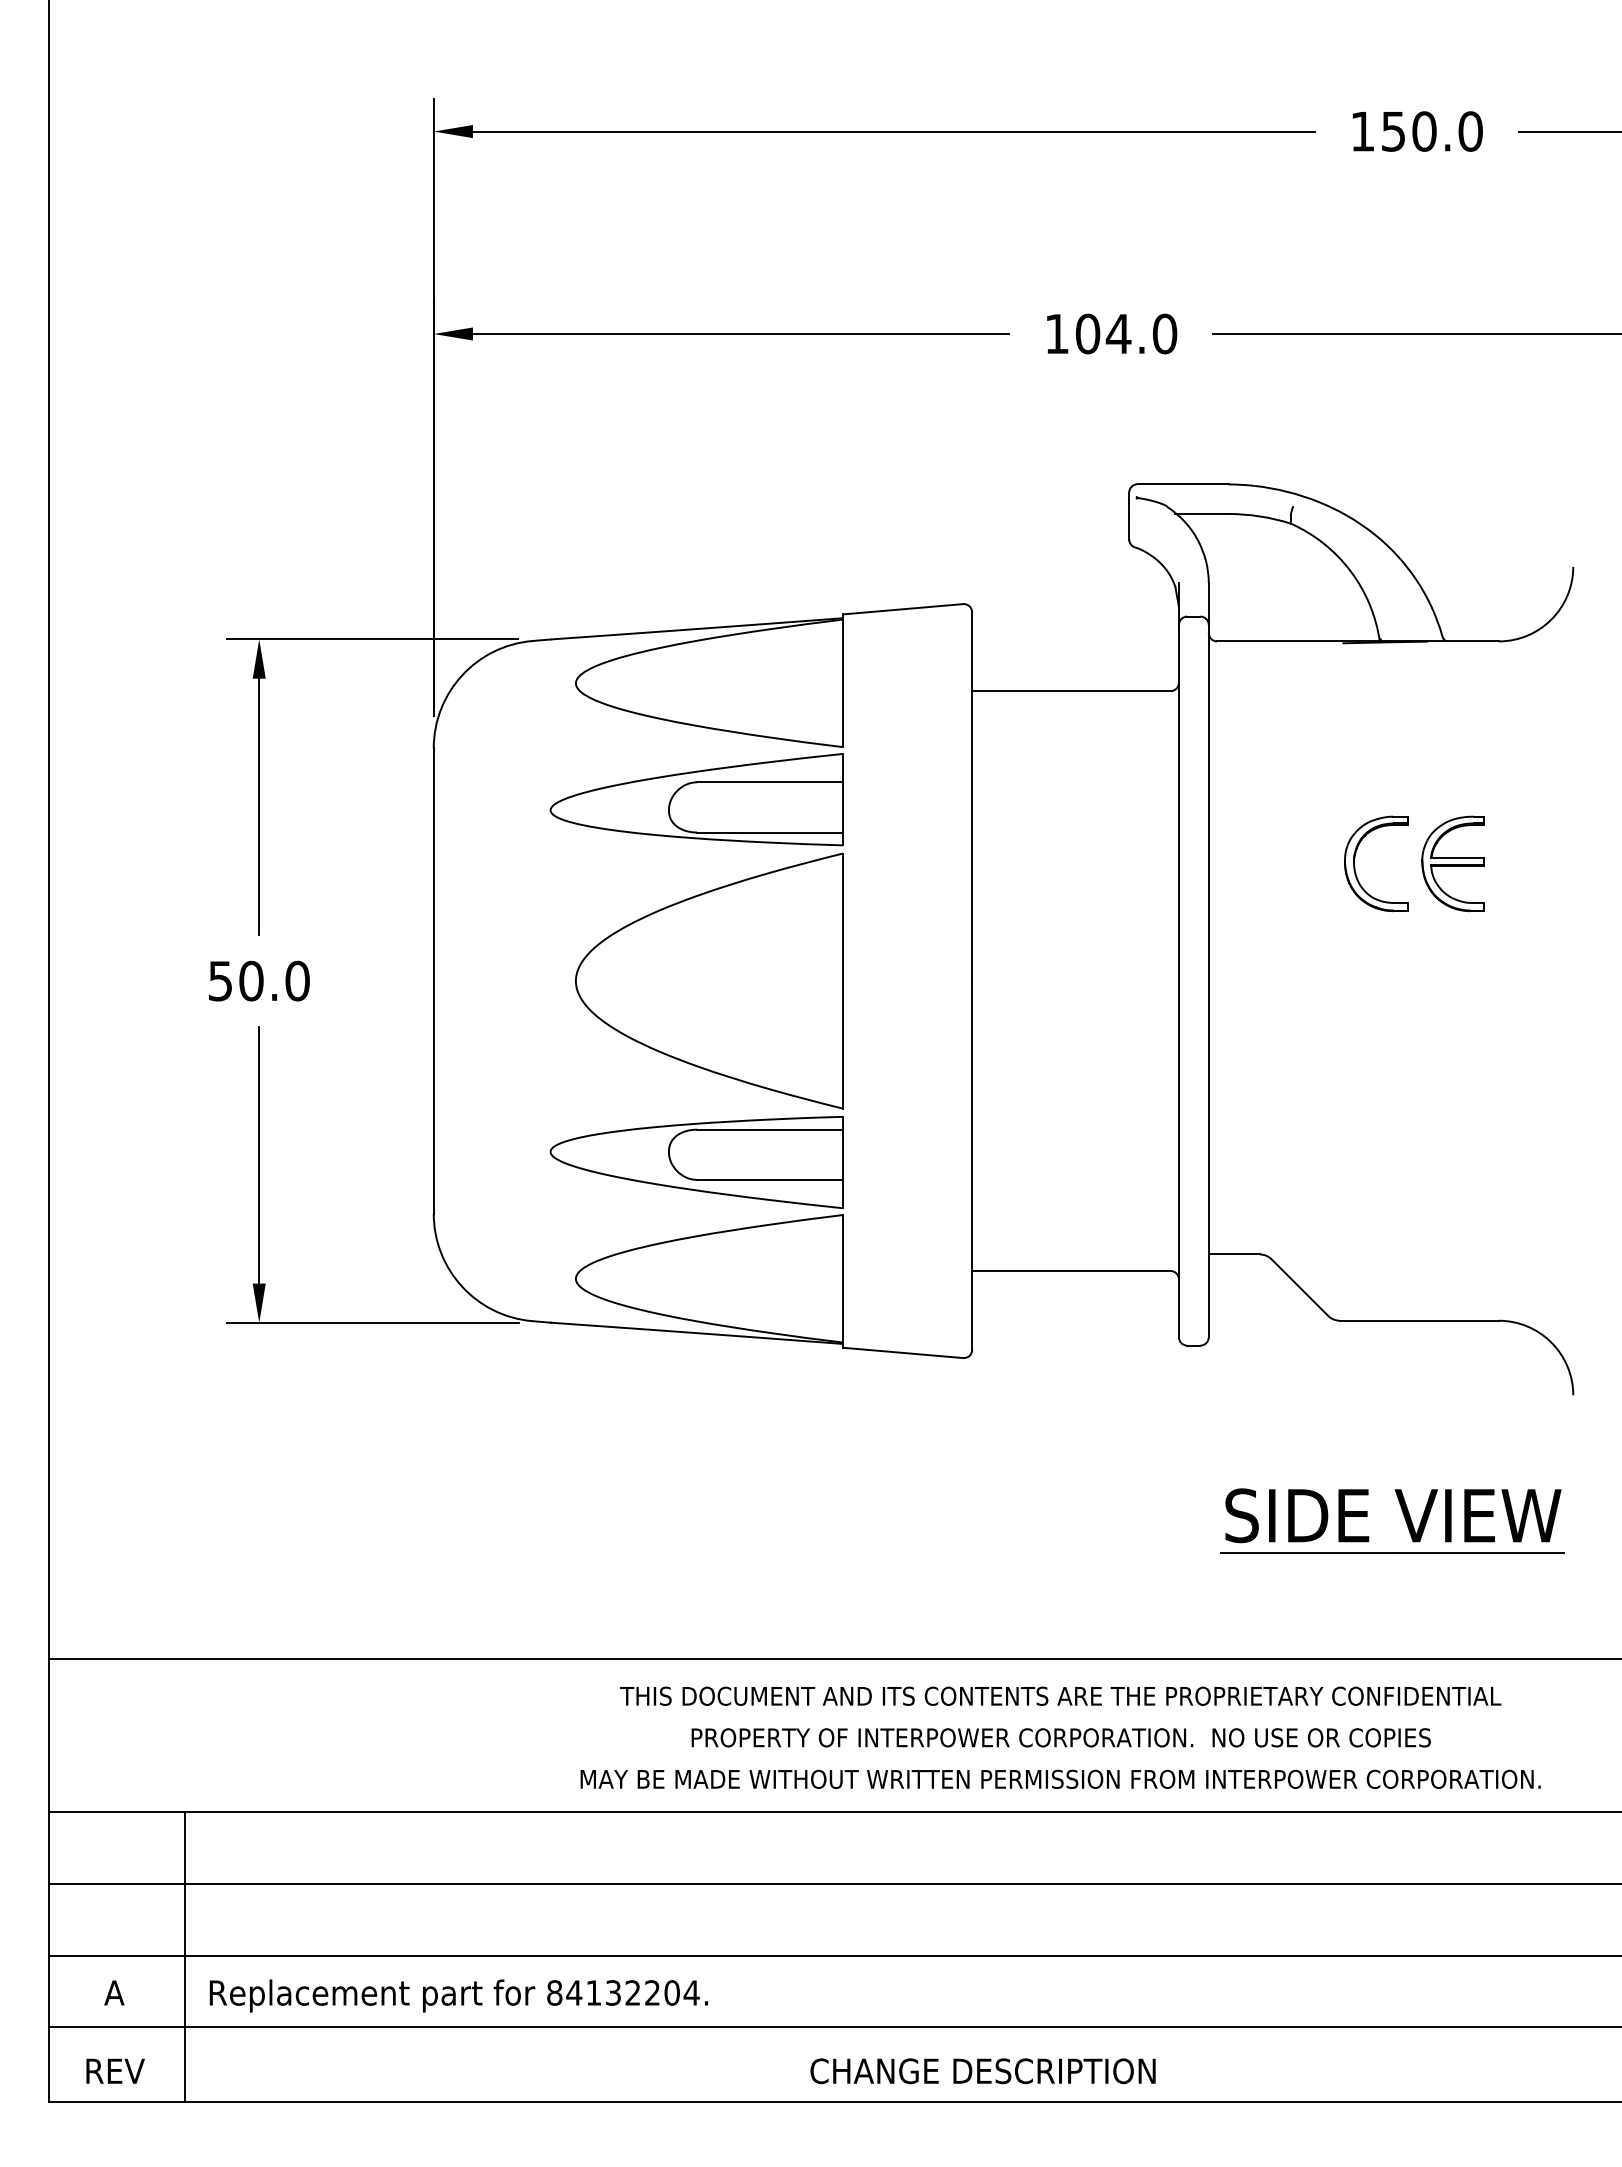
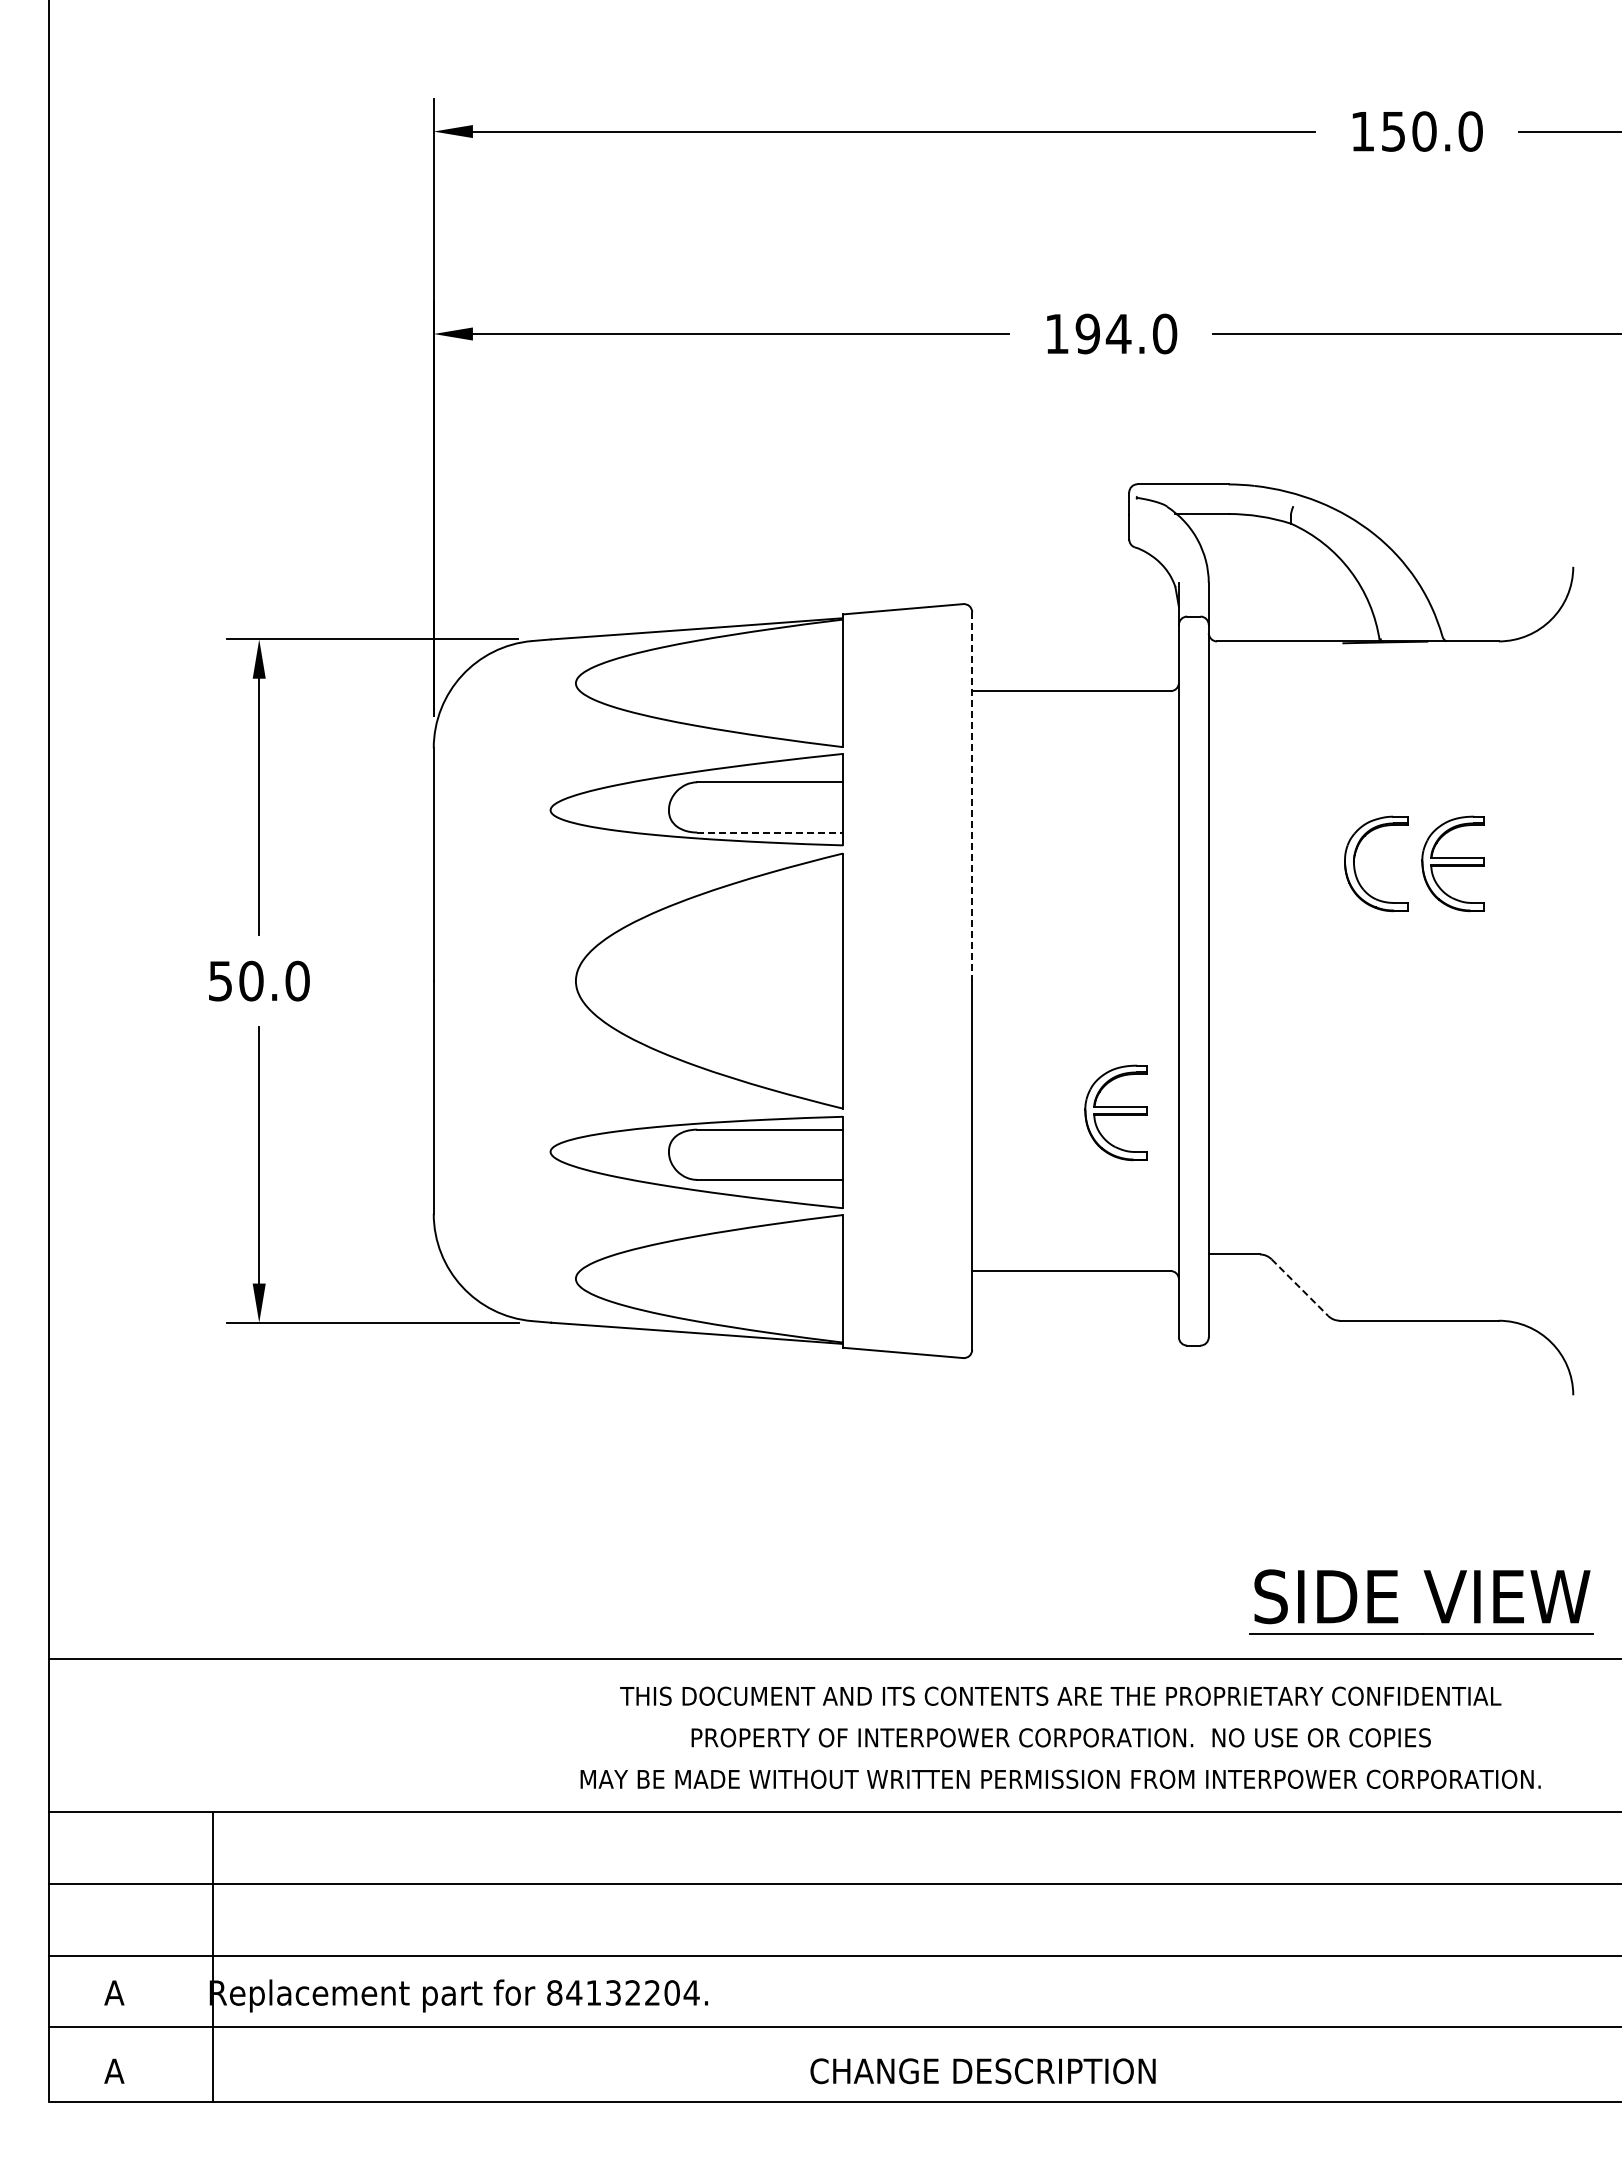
text at (1087, 333): 104.0 -> 194.0
line at (972, 797): solid -> dashed
line at (770, 832): solid -> dashed
part at (1115, 1112): none -> present
line at (1300, 1287): solid -> dashed
part at (1403, 1515) position: (1403, 1515) -> (1432, 1596)
line at (185, 1956) position: (185, 1956) -> (213, 1956)
text at (115, 2070): REV -> A
